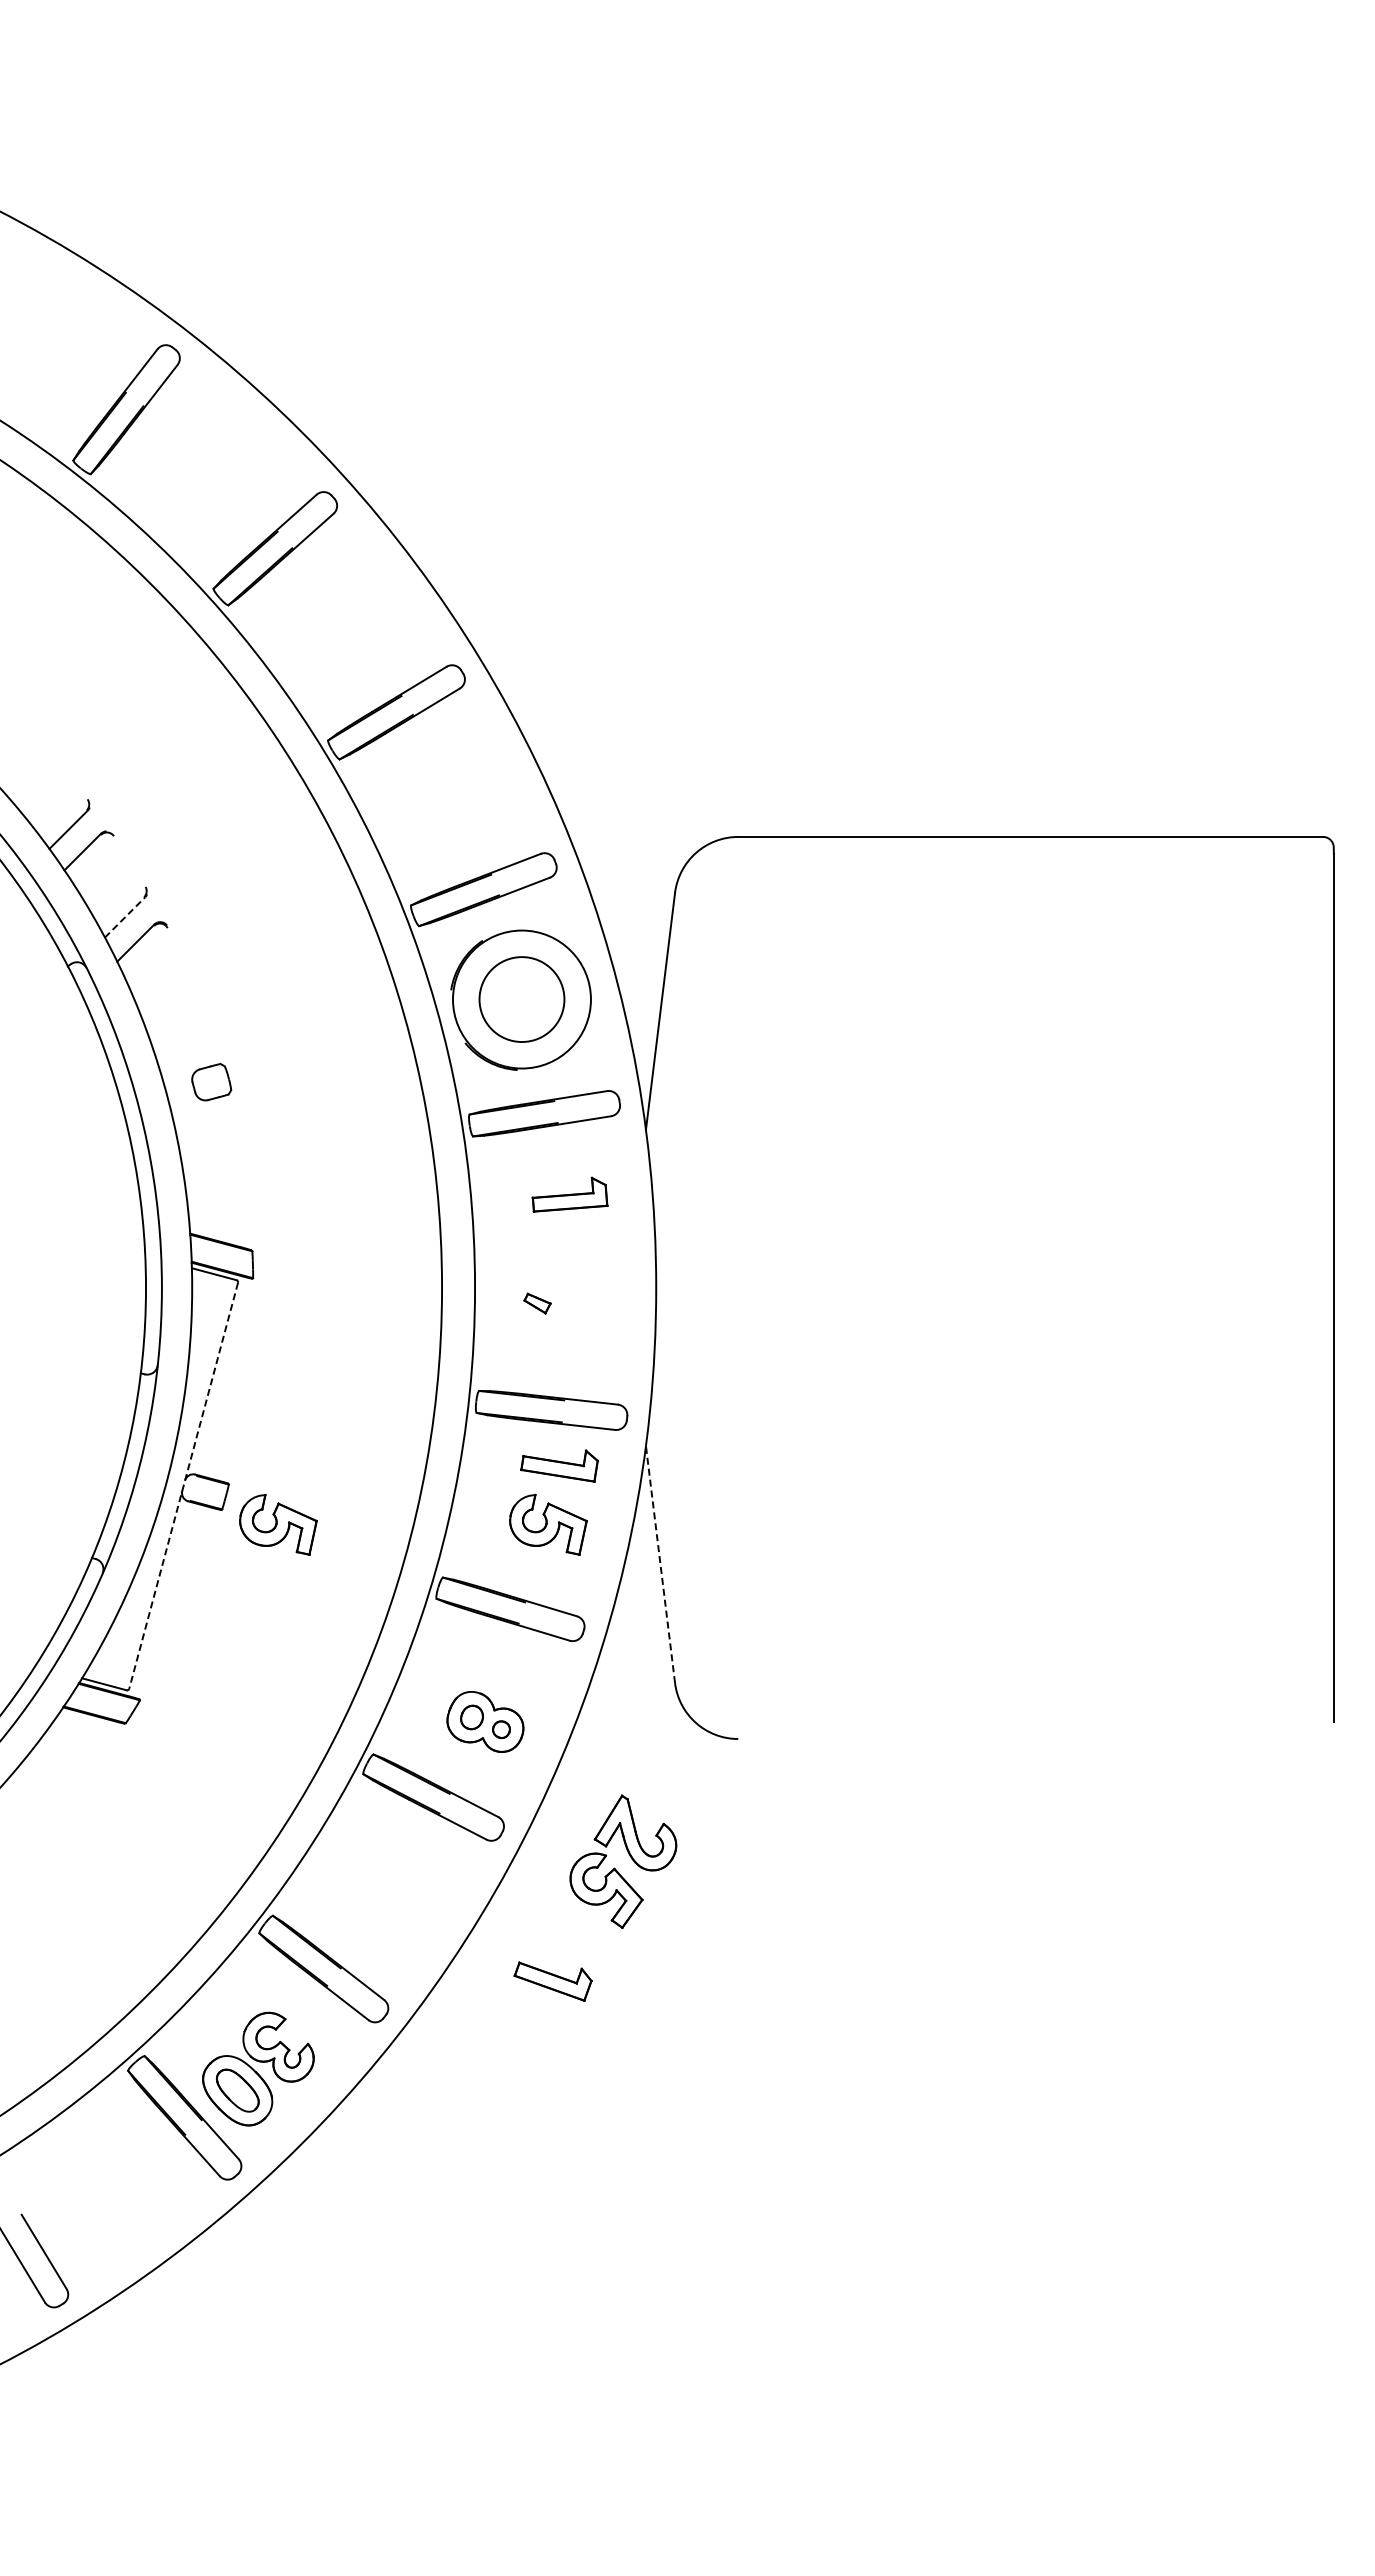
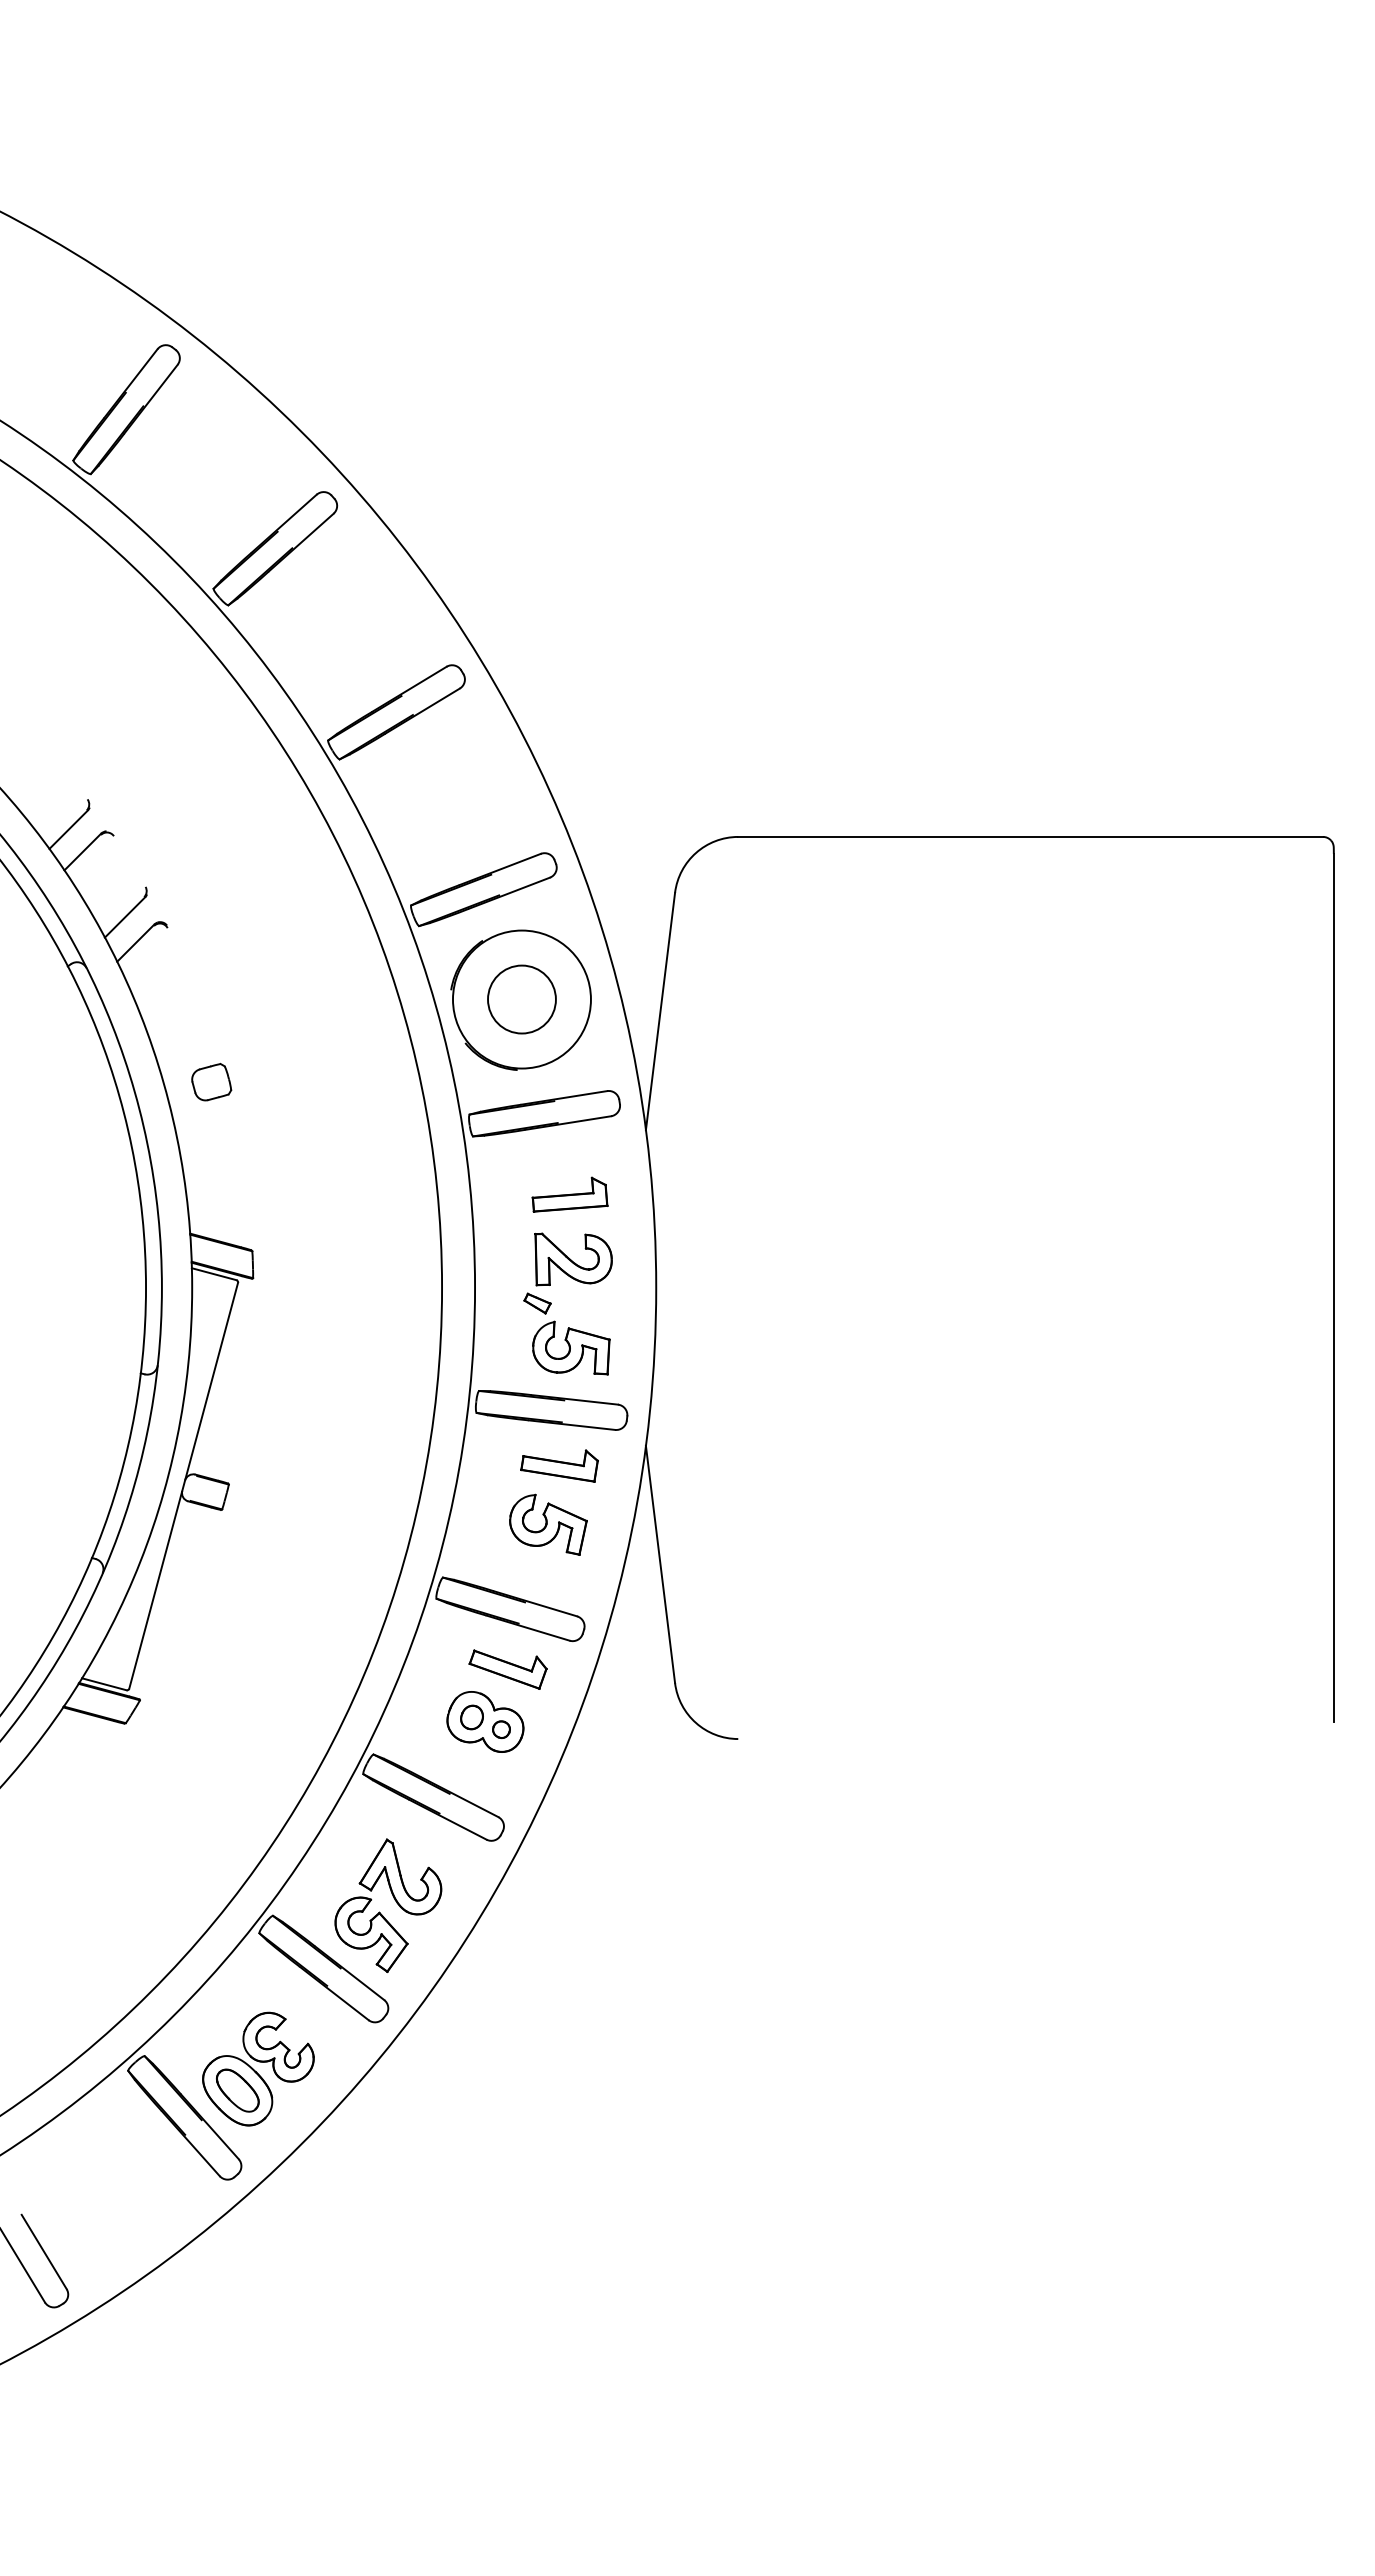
line at (125, 917): dashed -> solid
circle at (521, 999) diameter: 85 px -> 68 px
part at (573, 1259): none -> present
part at (571, 1347): none -> present
line at (183, 1486): dashed -> solid
part at (278, 1524): present -> none
line at (660, 1564): dashed -> solid
part at (629, 1856) position: (629, 1856) -> (394, 1900)
part at (552, 1981) position: (552, 1981) -> (507, 1669)
